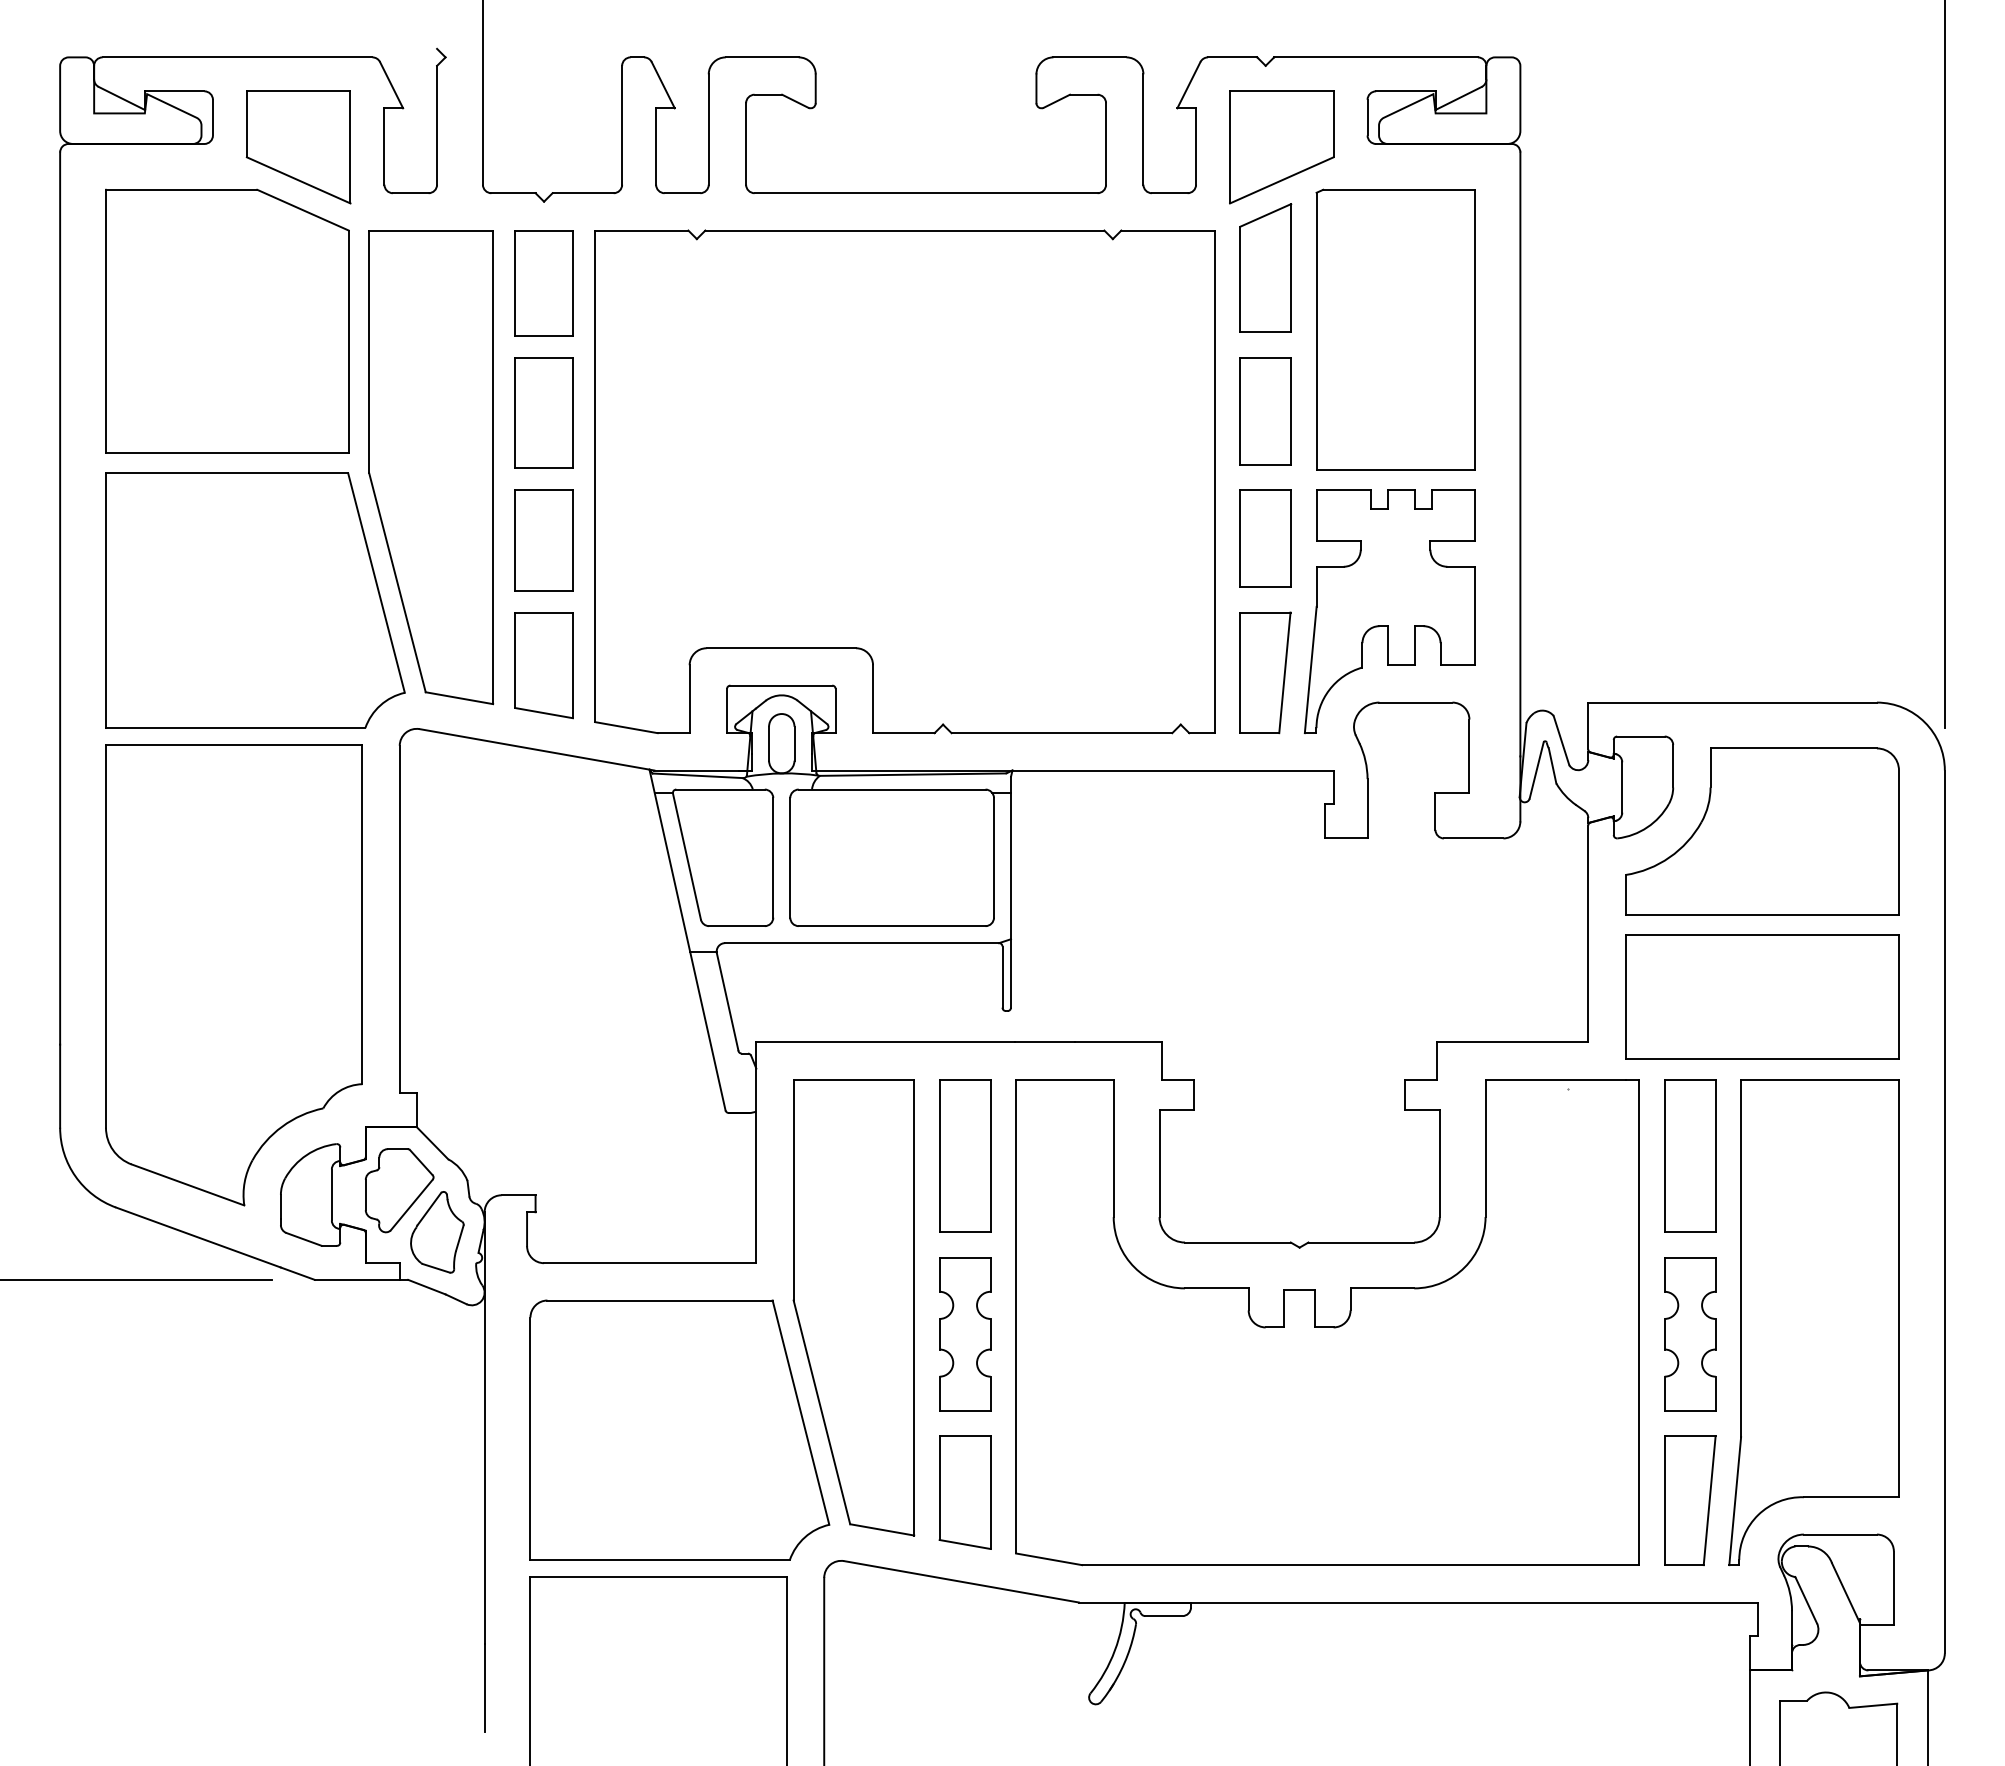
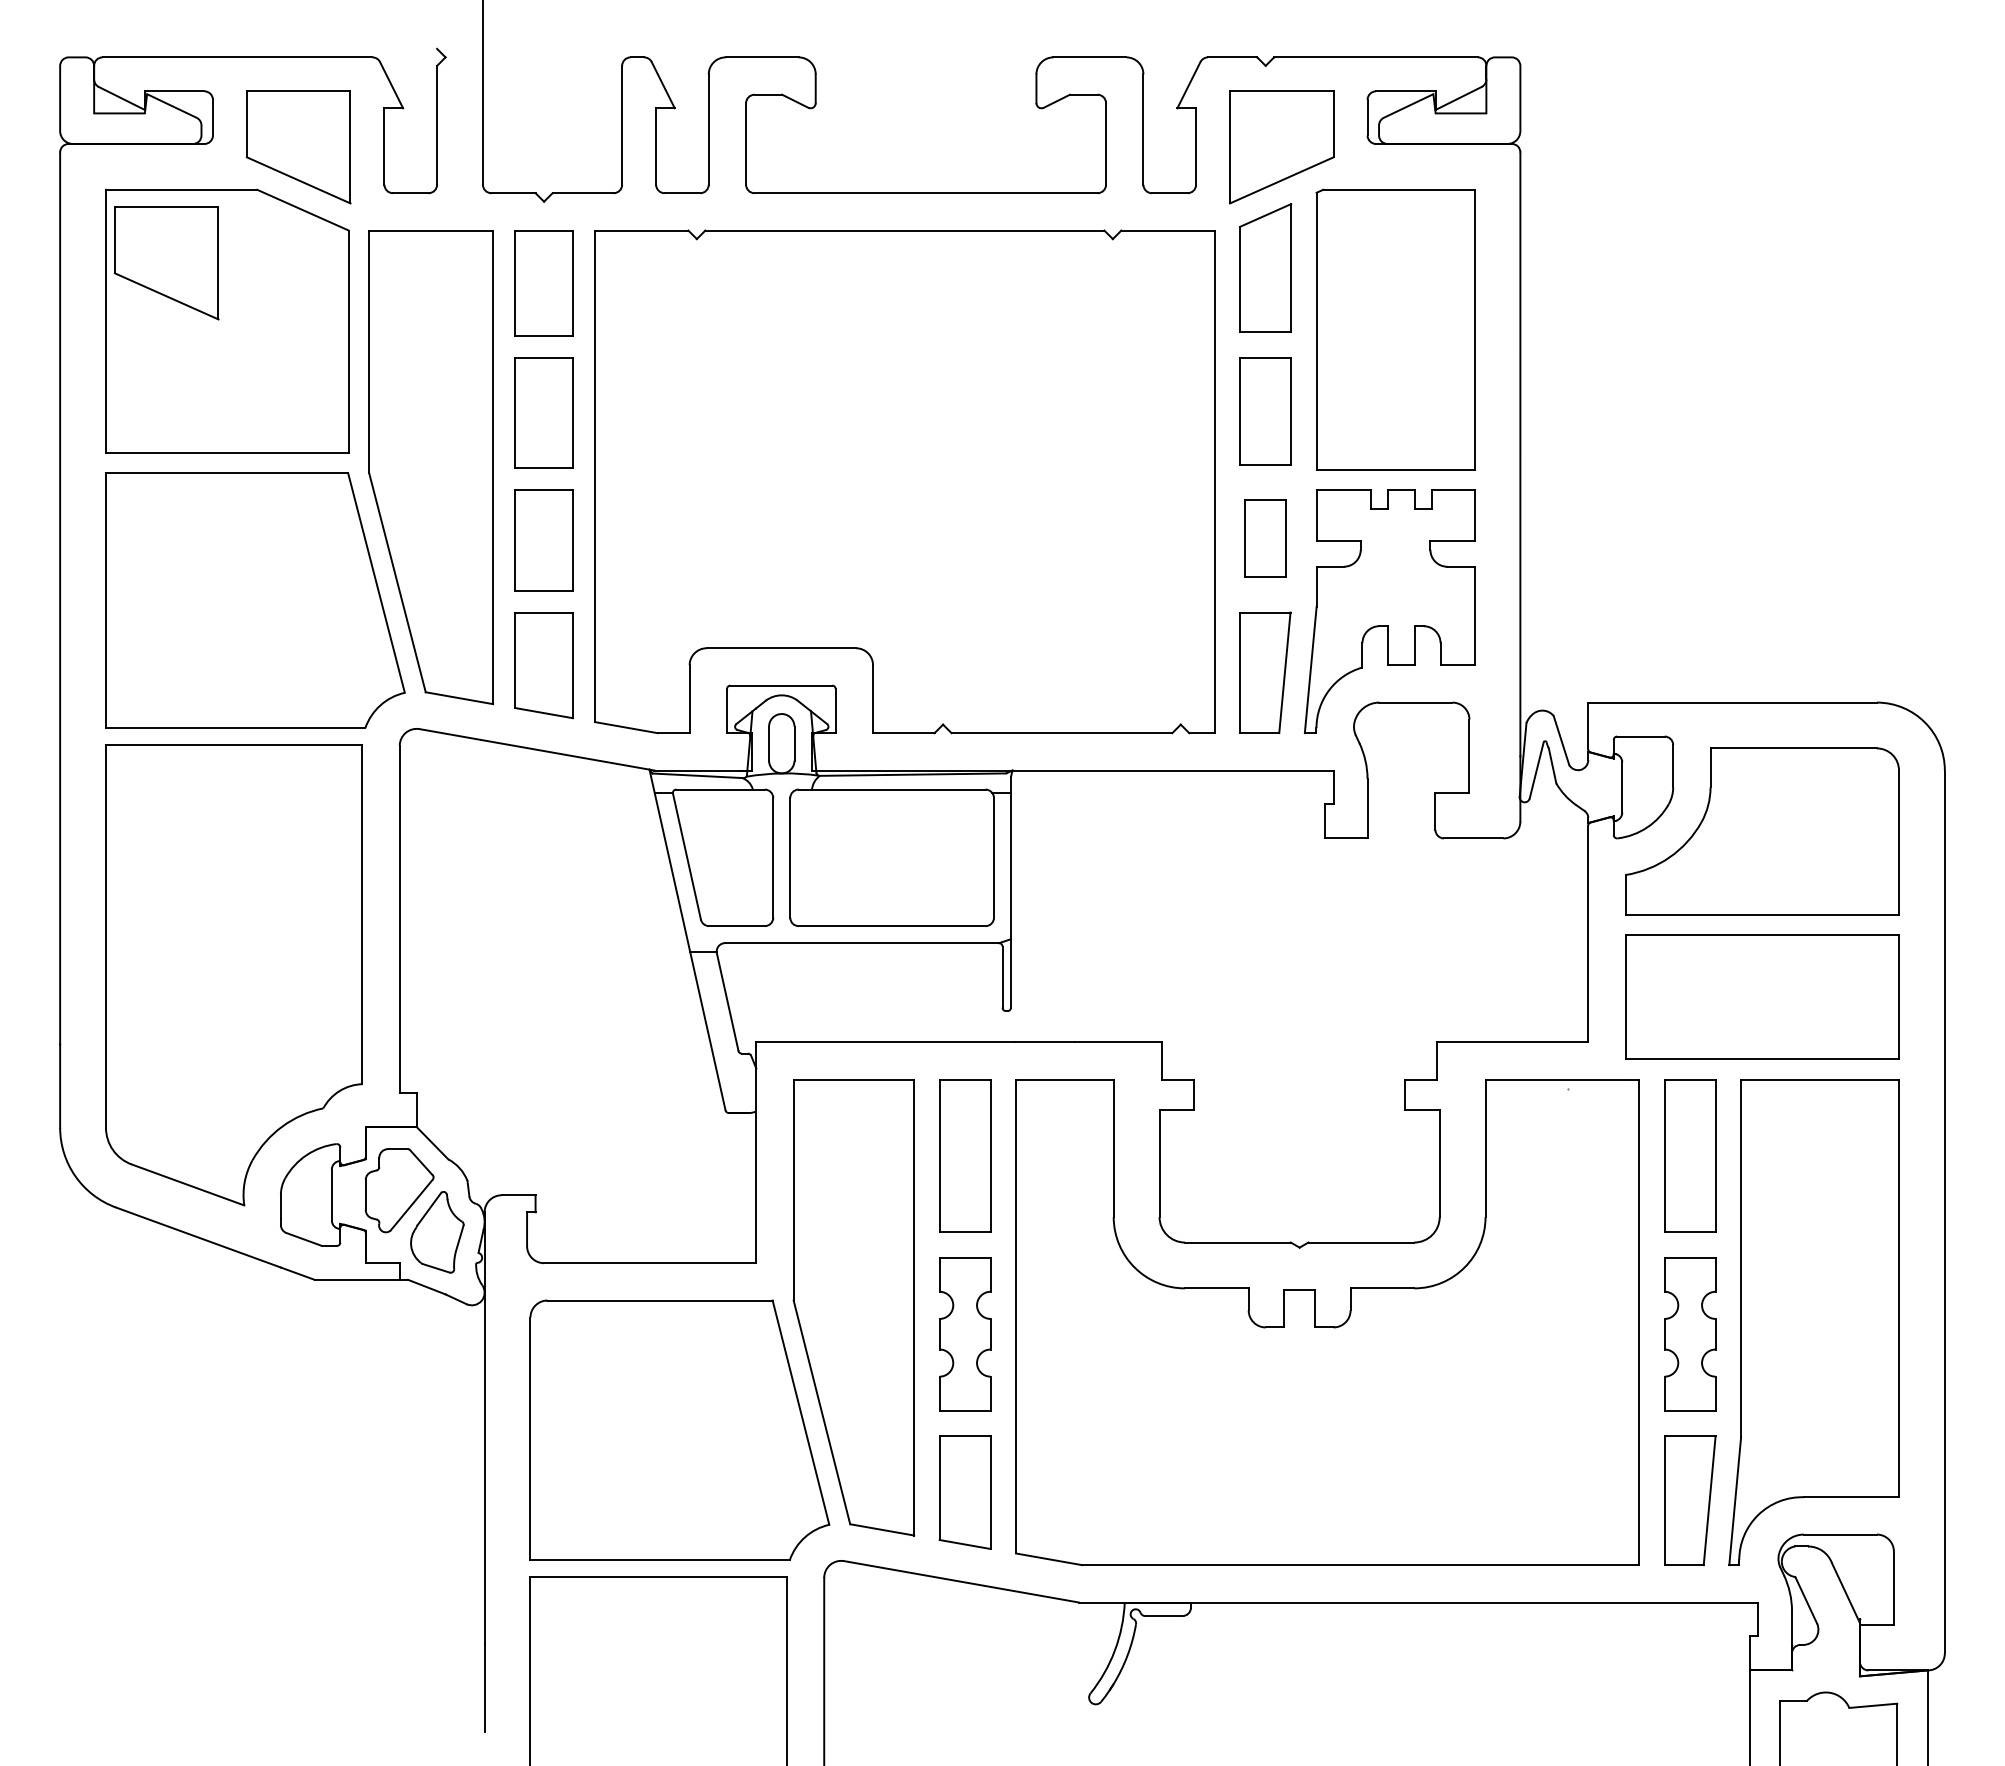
part at (166, 263): none -> present
line at (1944, 365): present -> none
part at (1265, 538) size: 53x99 px -> 43x79 px
line at (137, 1279): present -> none
